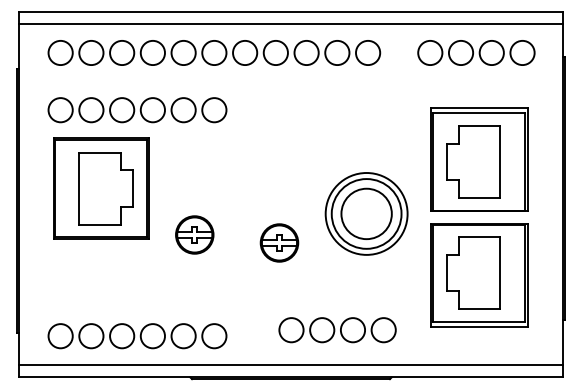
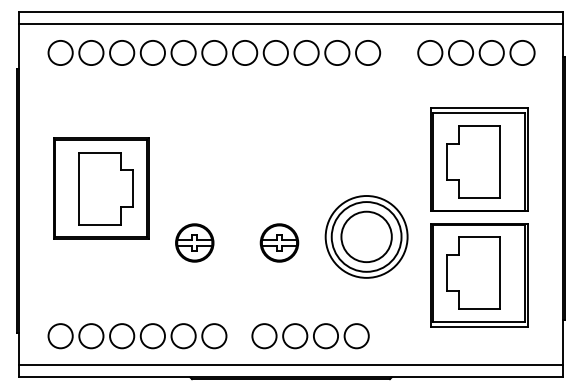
part at (137, 110): present -> none
part at (366, 213) position: (366, 213) -> (366, 236)
part at (194, 234) position: (194, 234) -> (194, 242)
part at (337, 330) position: (337, 330) -> (310, 336)
